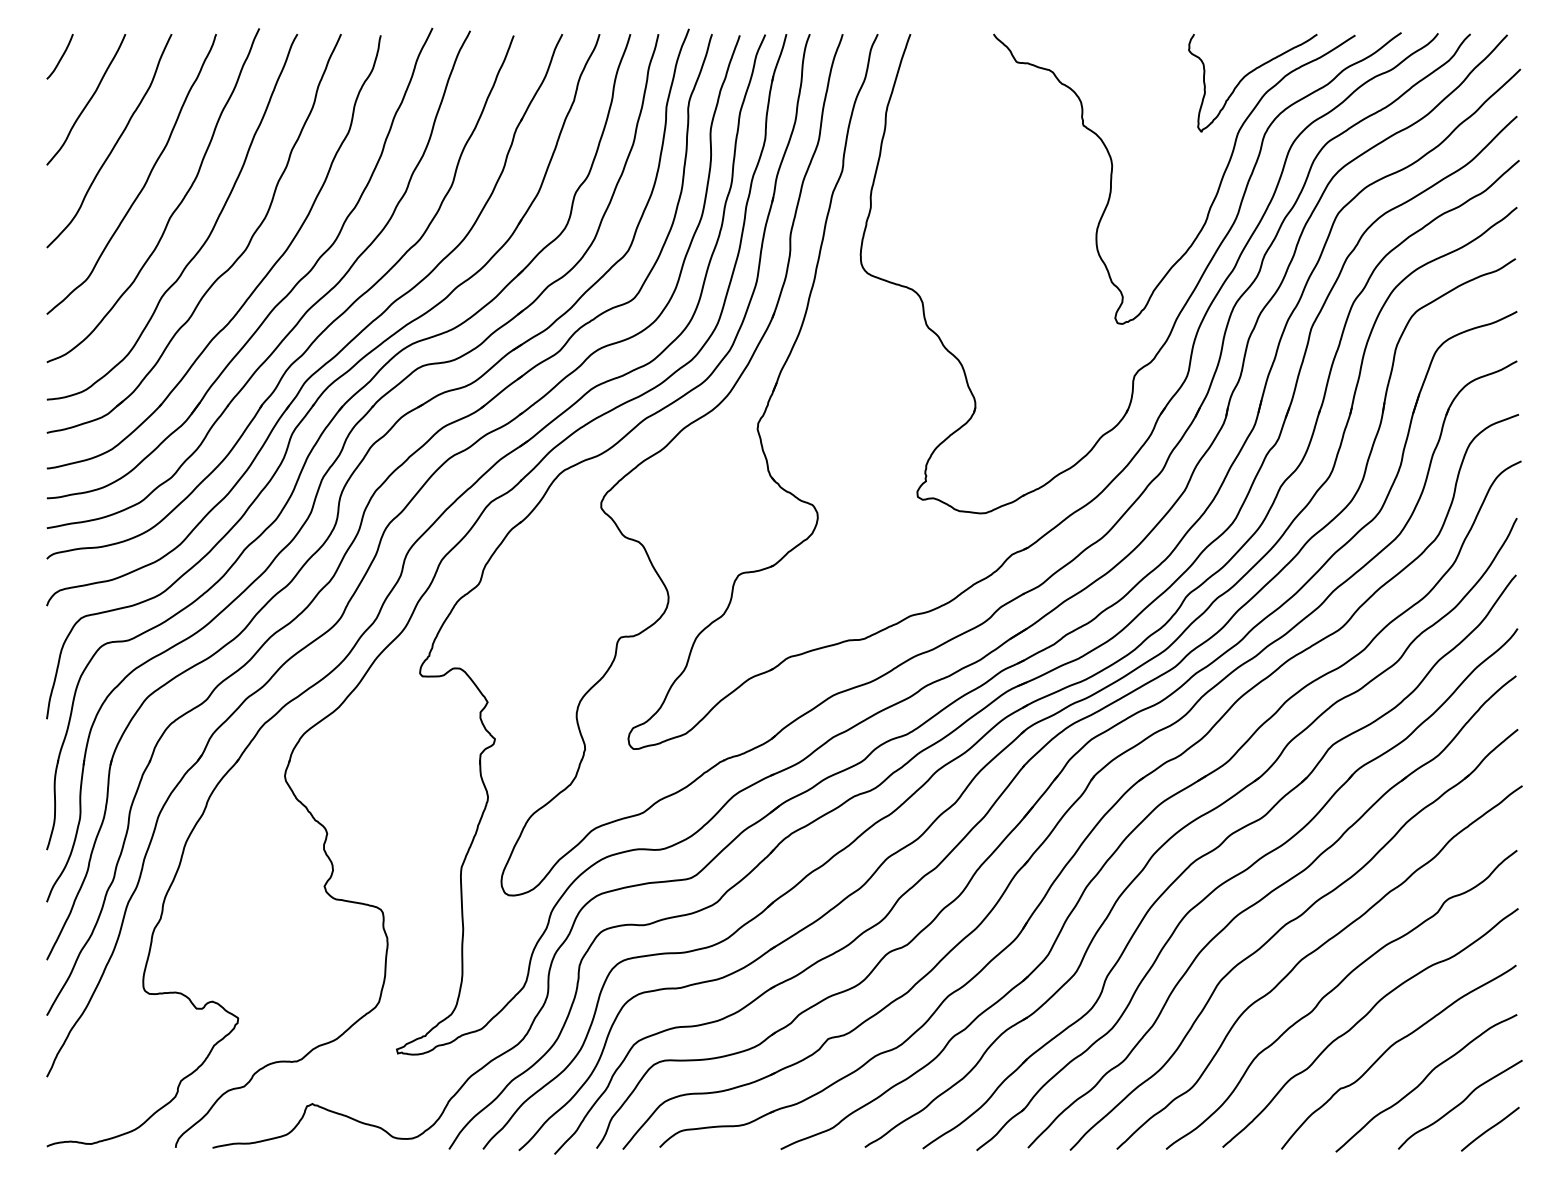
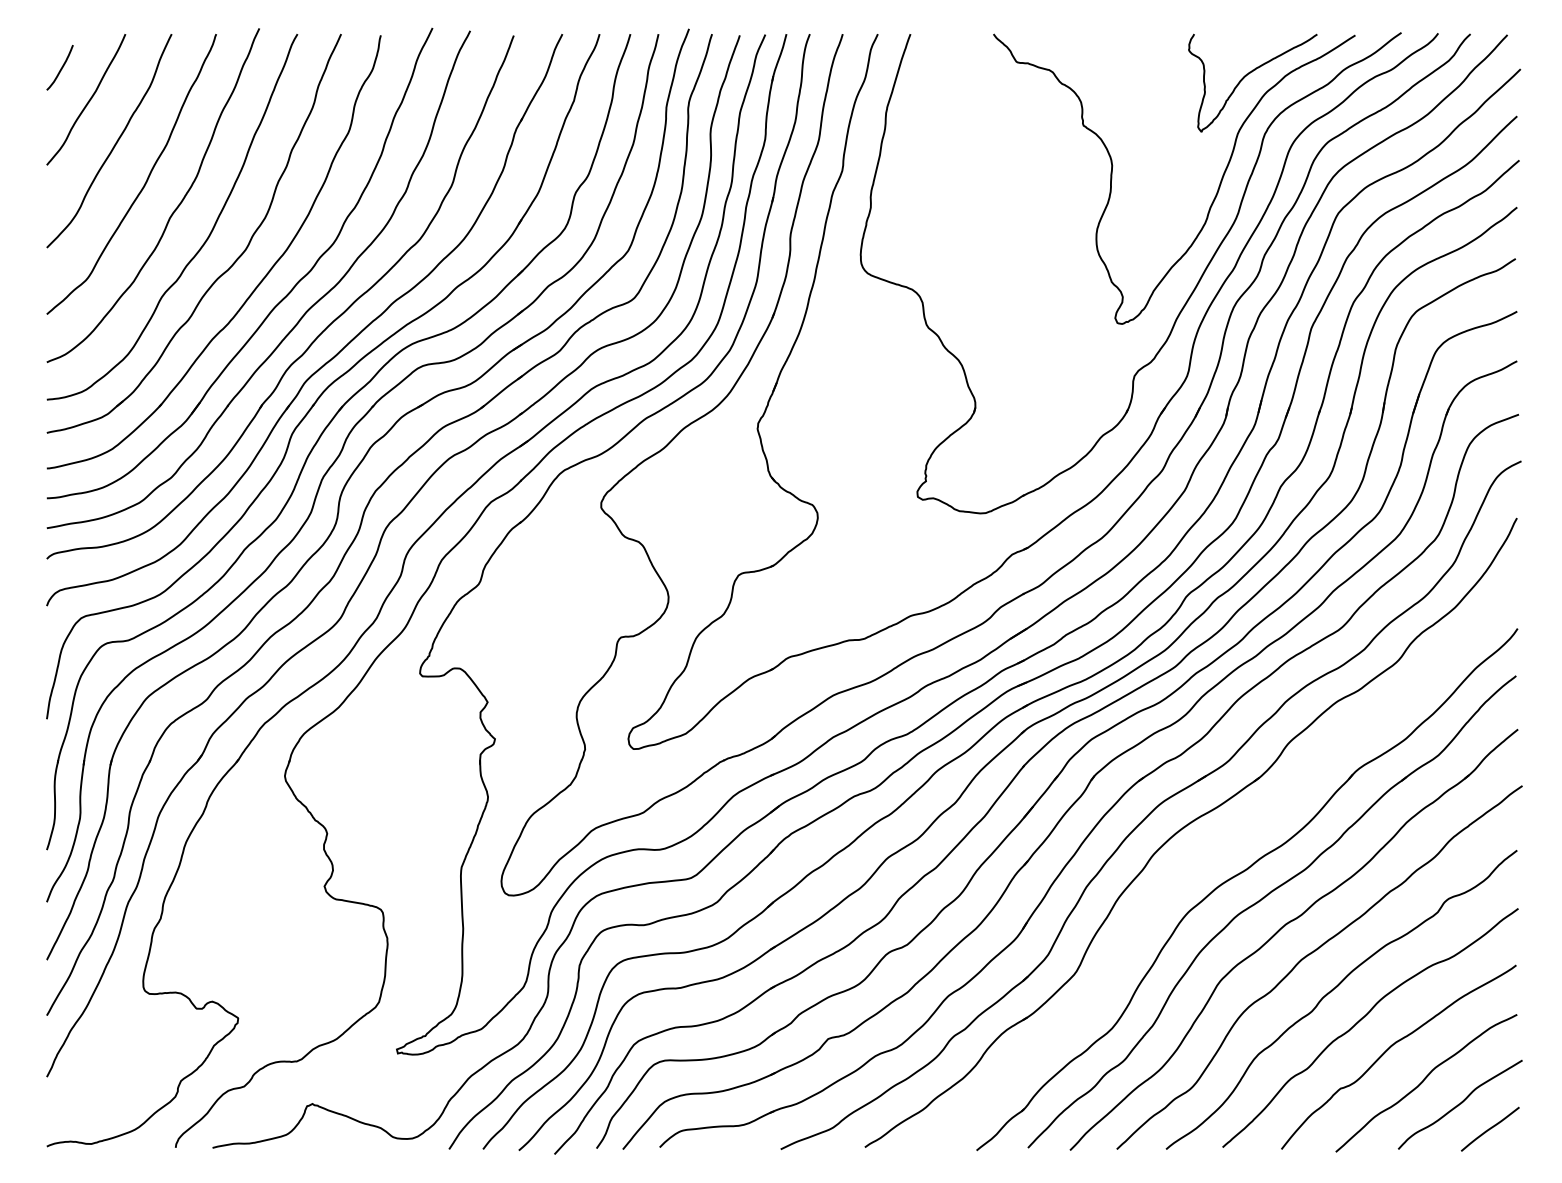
curve at (60, 57) position: (60, 57) -> (60, 68)
part at (1213, 851): present -> none
